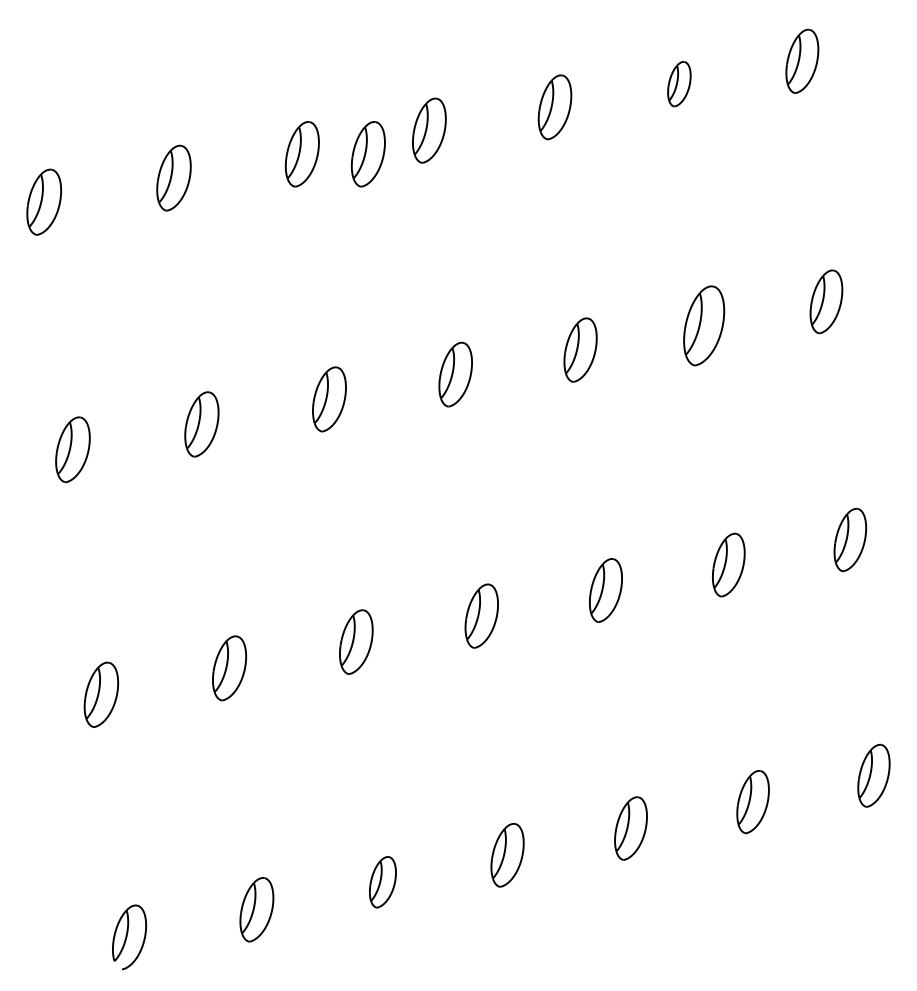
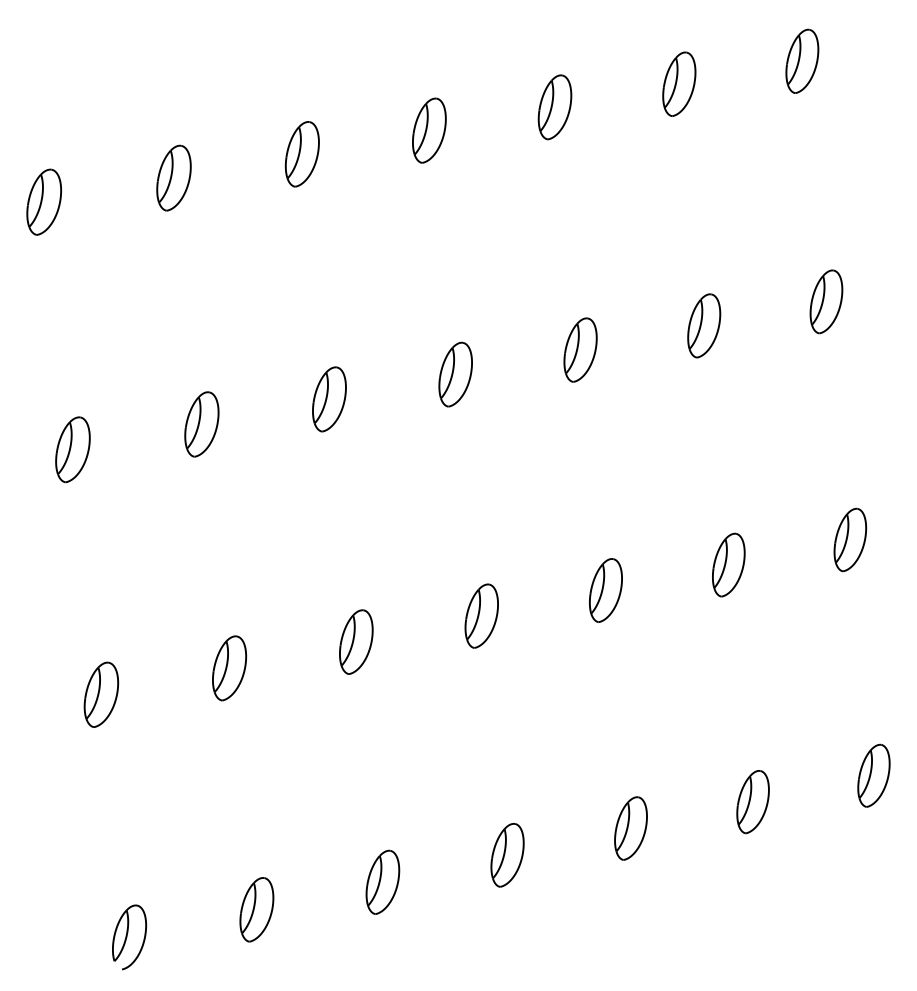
part at (679, 84) size: 25x47 px -> 35x66 px
part at (367, 154): present -> none
part at (704, 325) size: 43x82 px -> 35x66 px
part at (382, 882) size: 28x53 px -> 36x66 px
